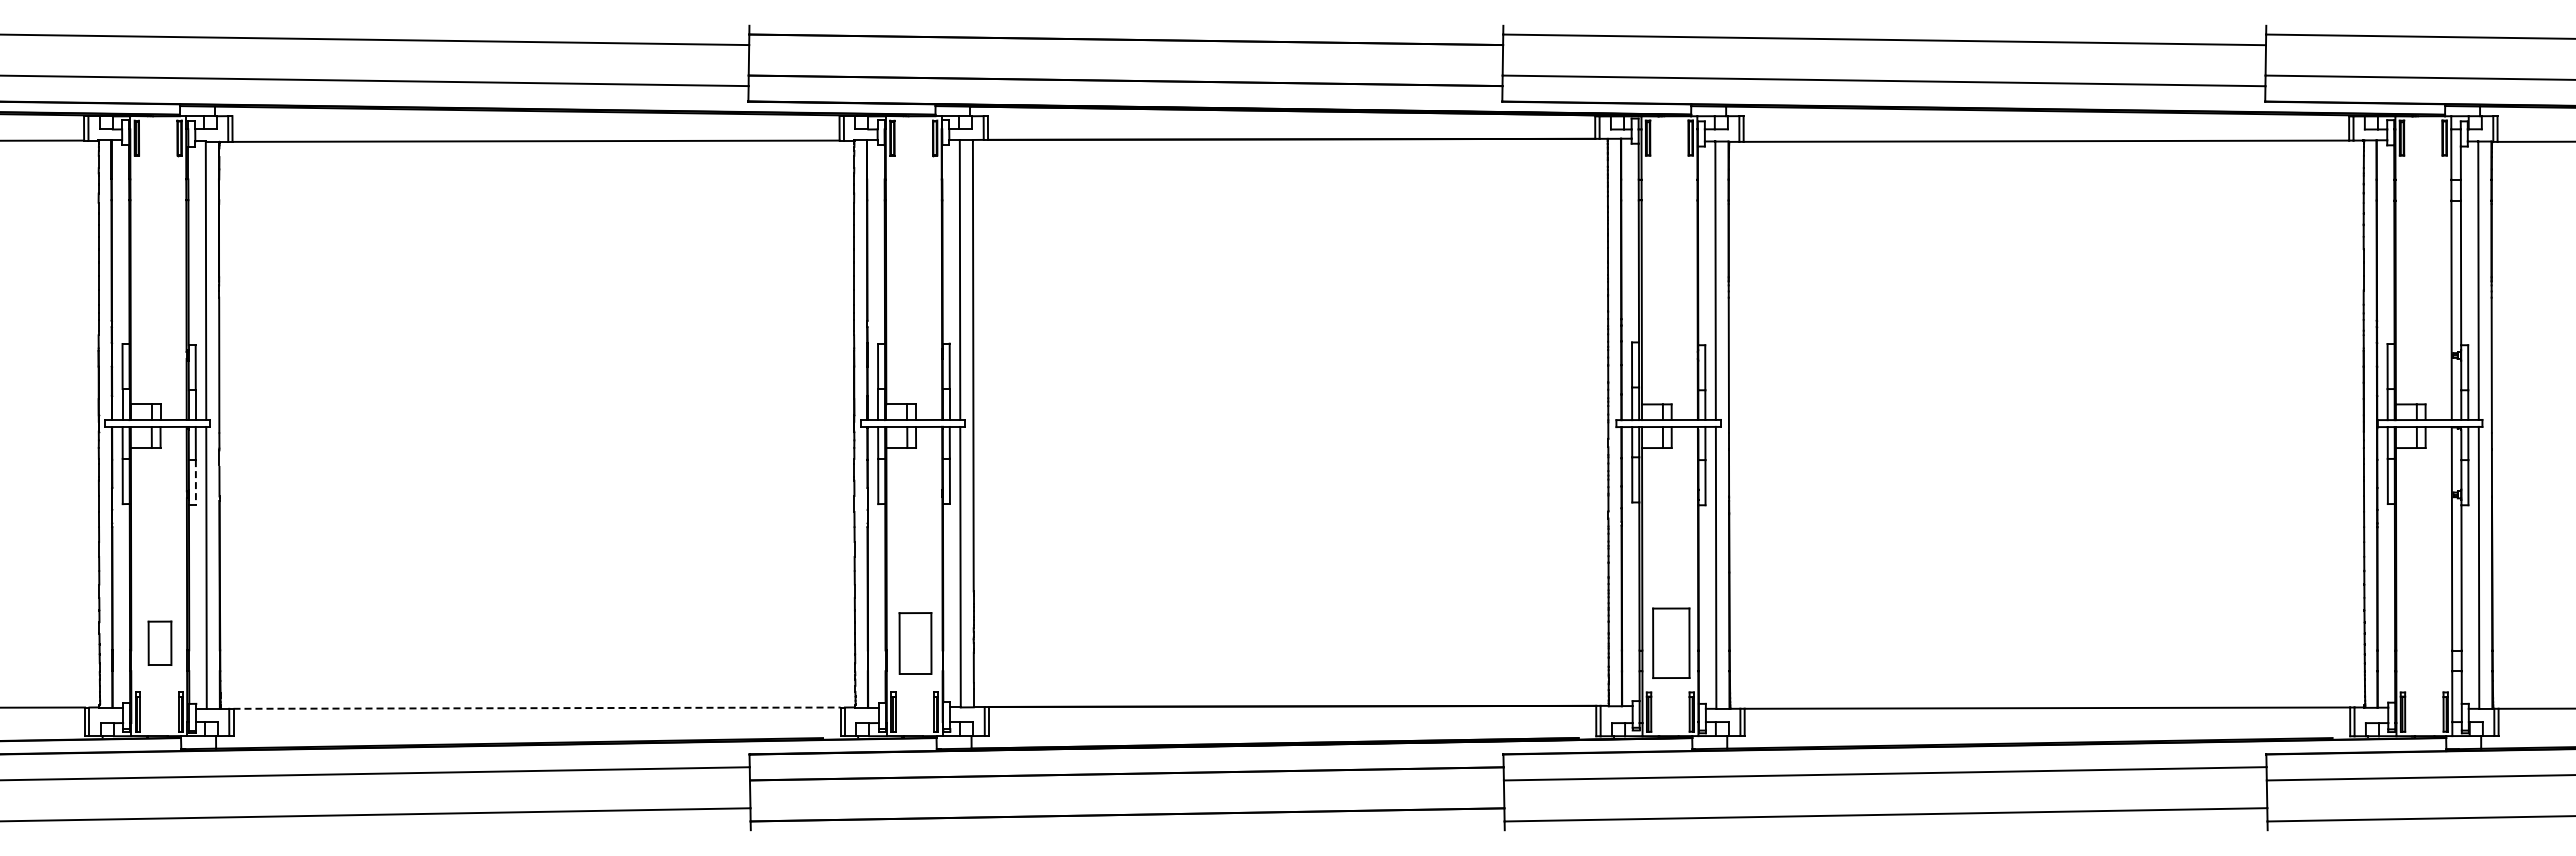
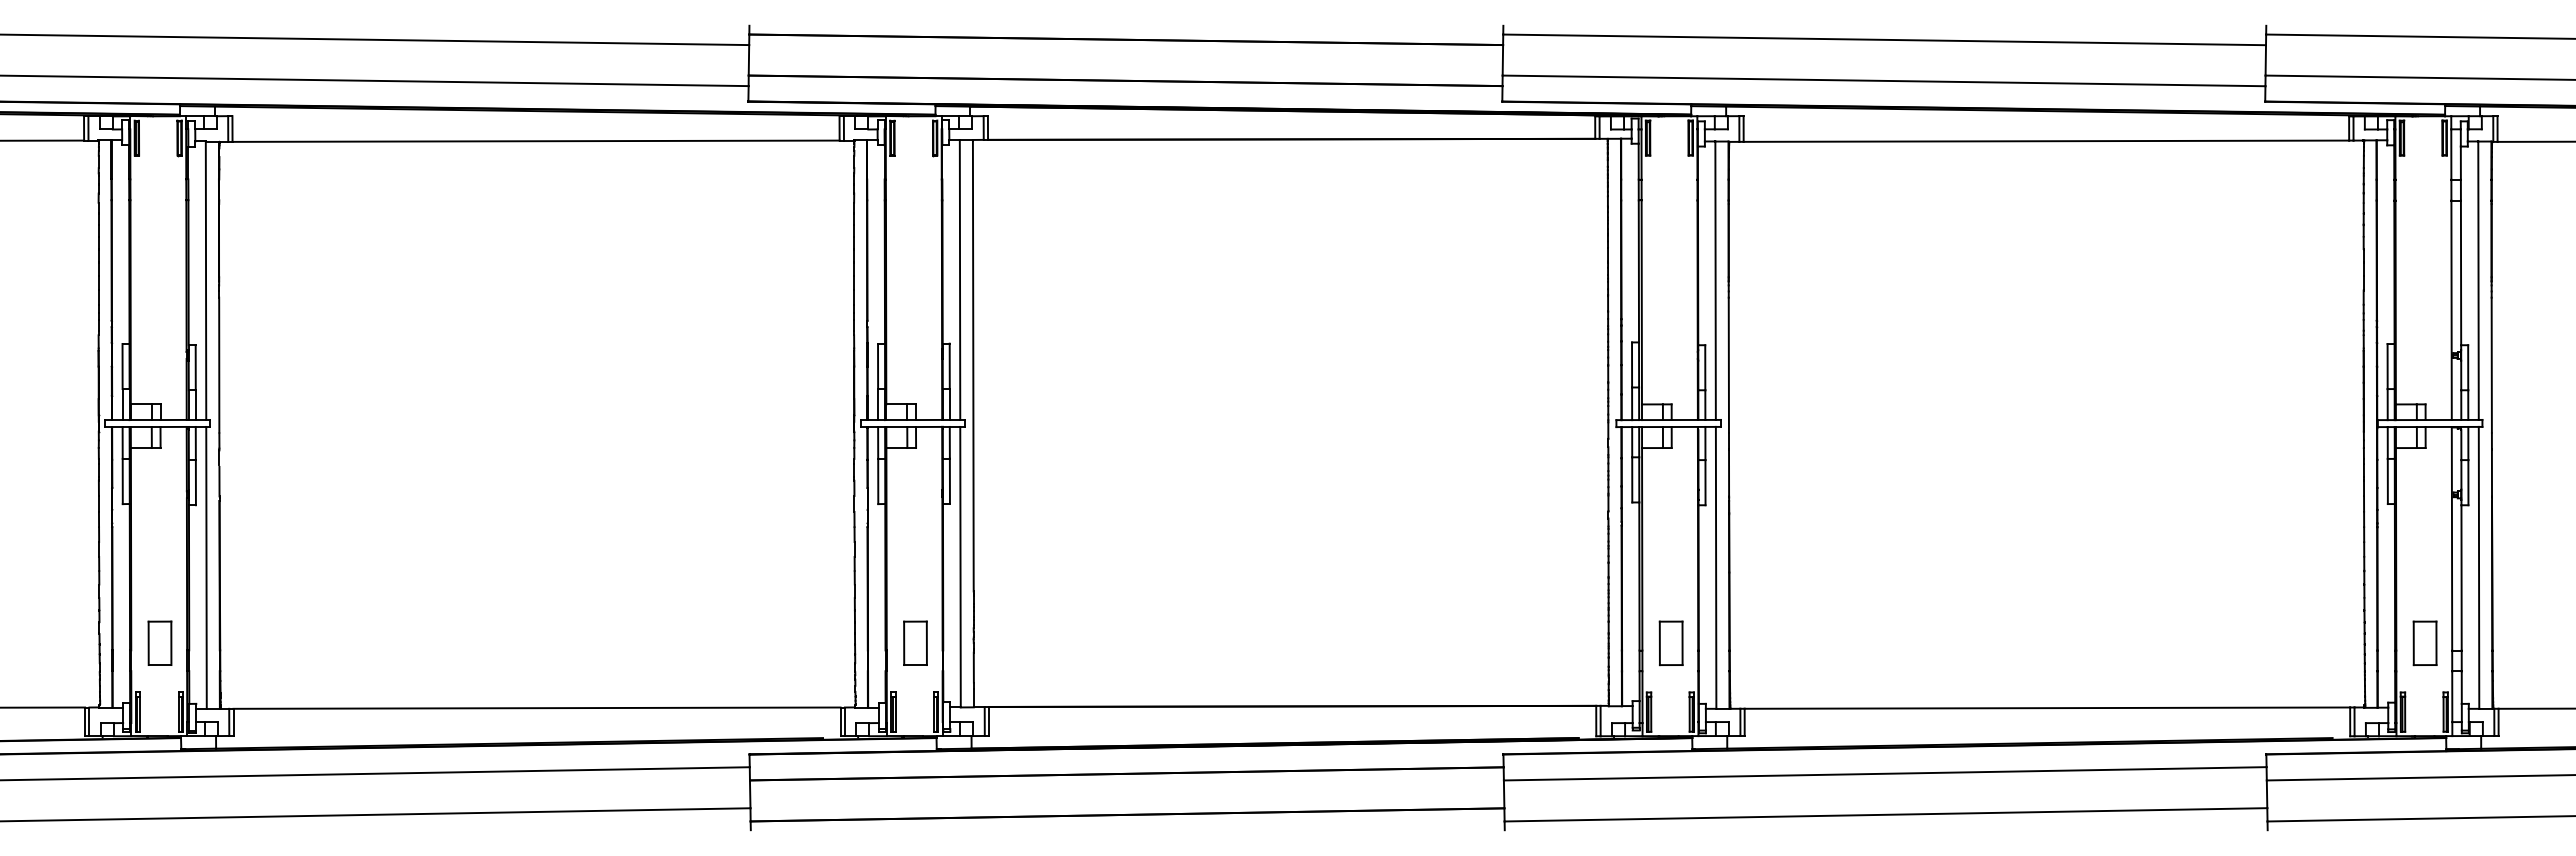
line at (195, 482): dashed -> solid
part at (1671, 642) size: 39x72 px -> 26x47 px
part at (915, 643) size: 35x63 px -> 25x46 px
part at (2424, 643): none -> present
line at (537, 708): dashed -> solid
